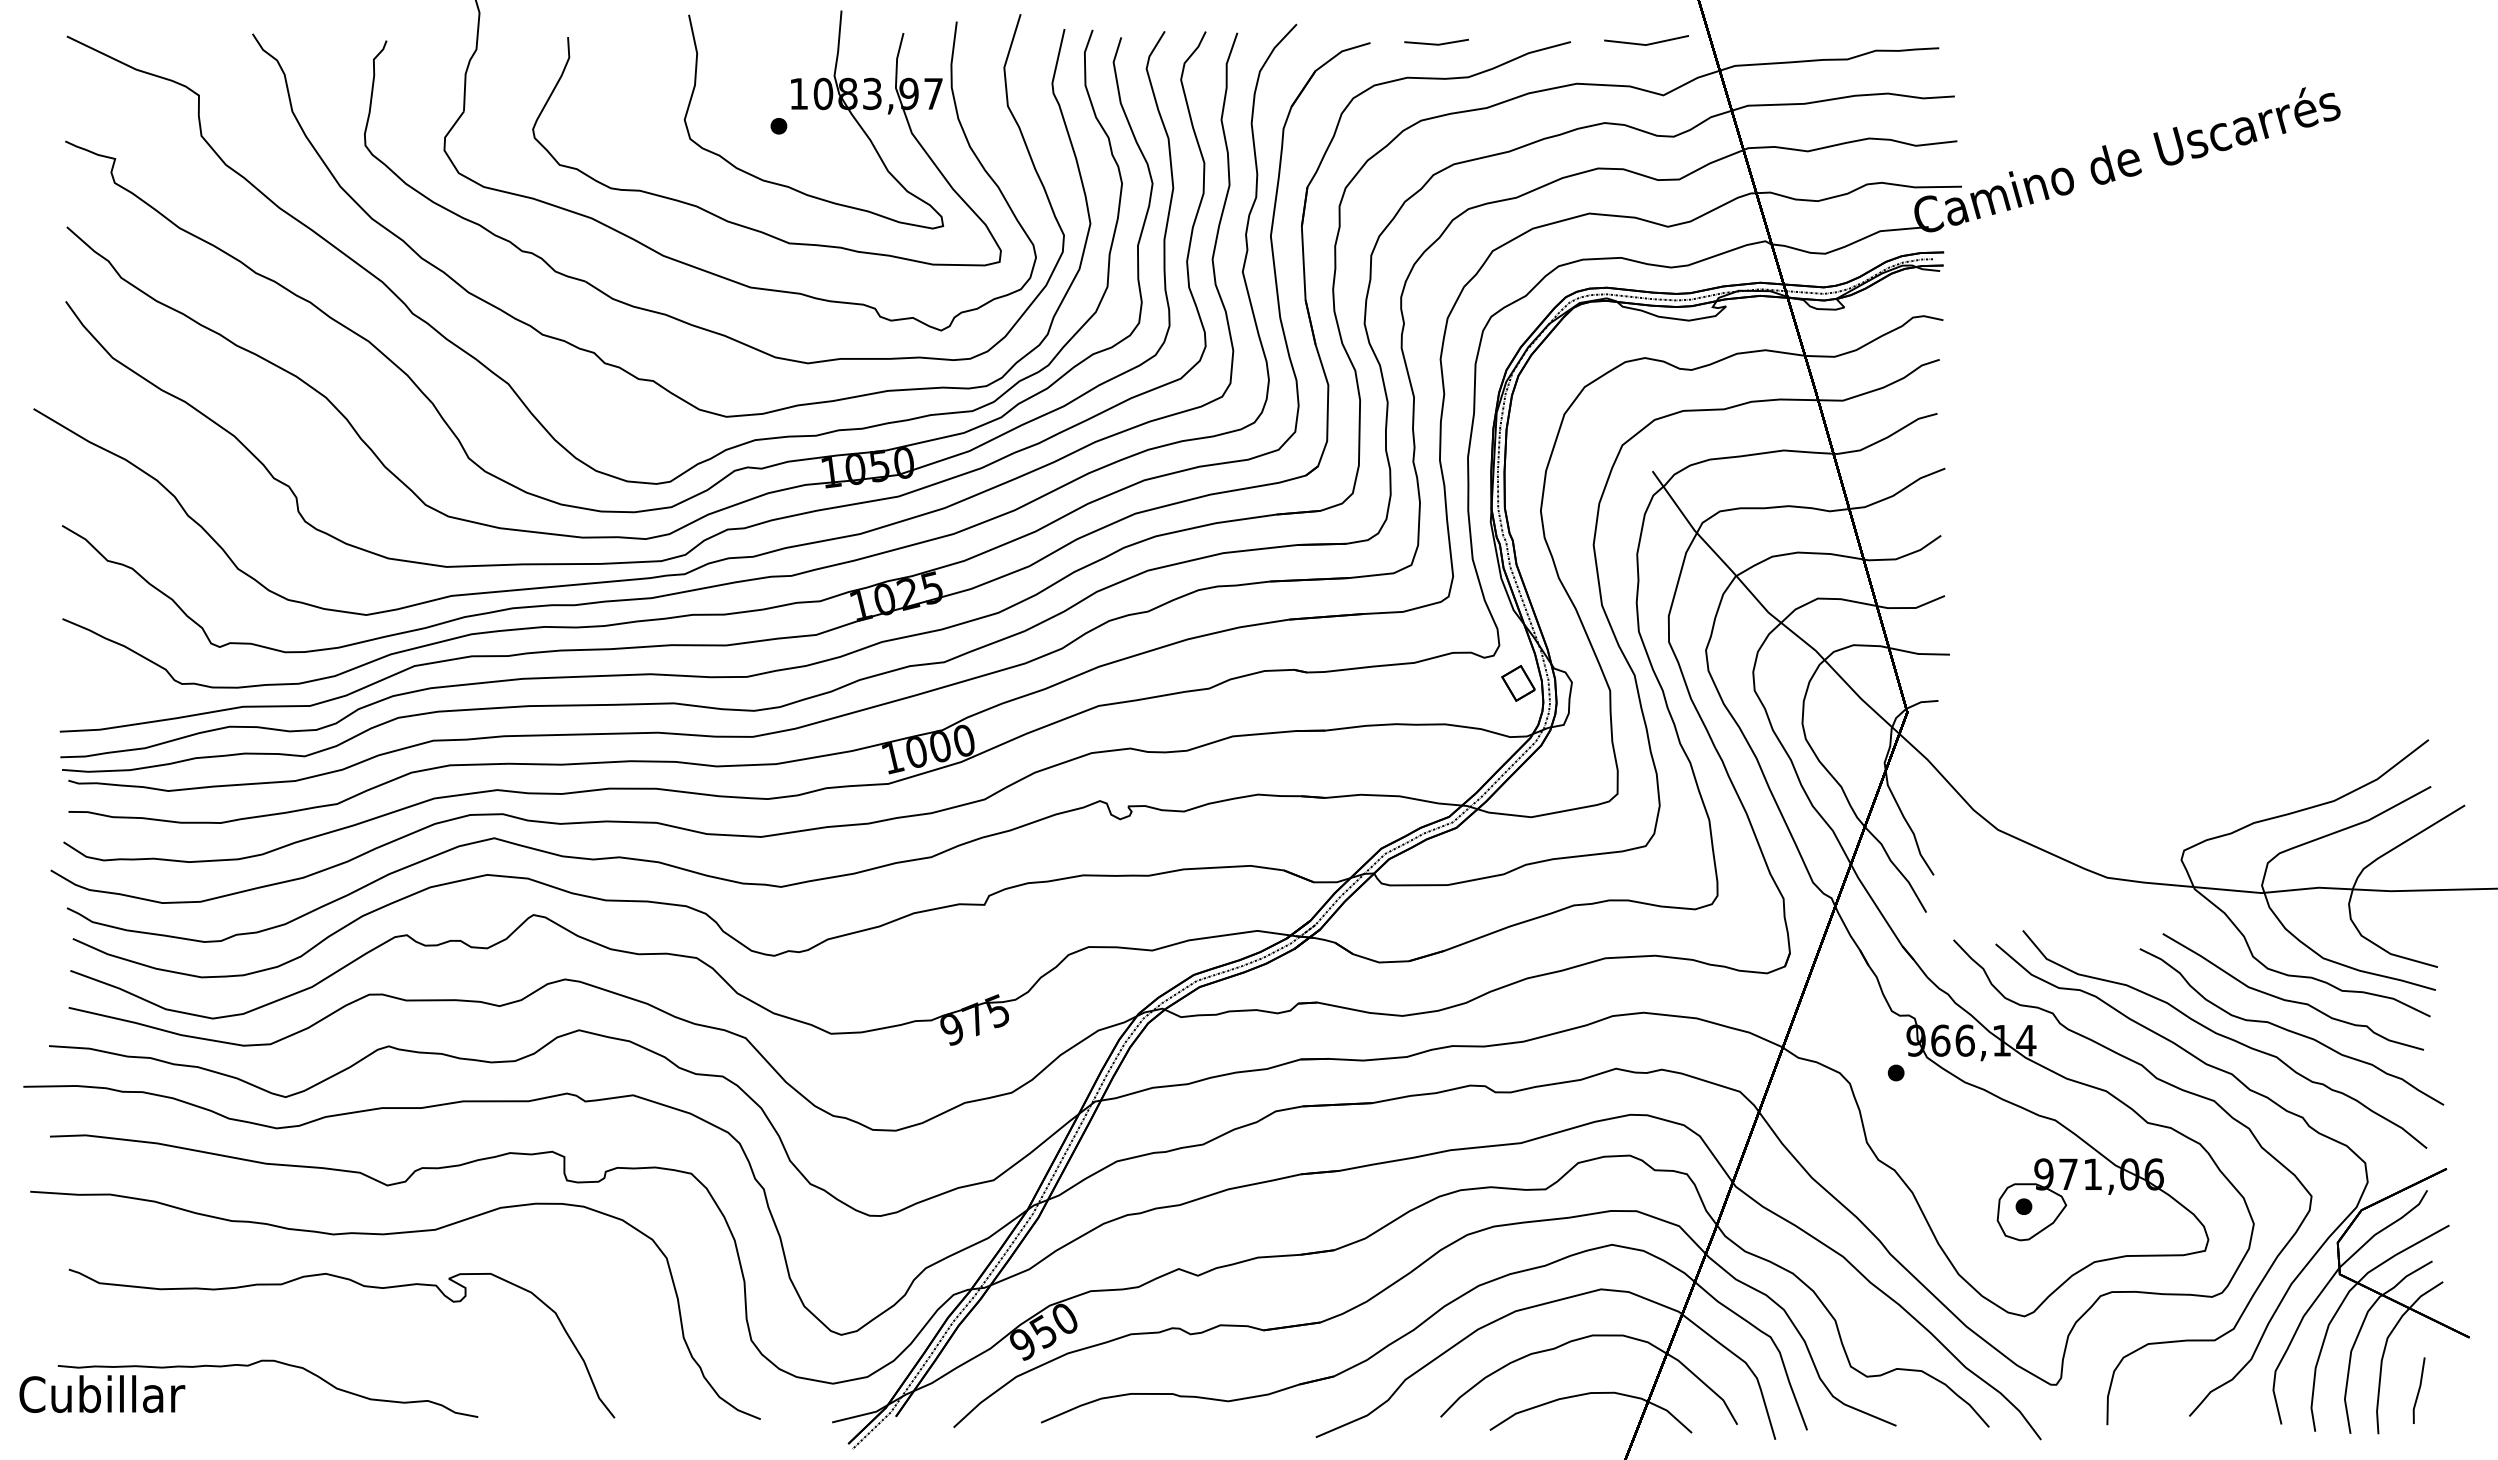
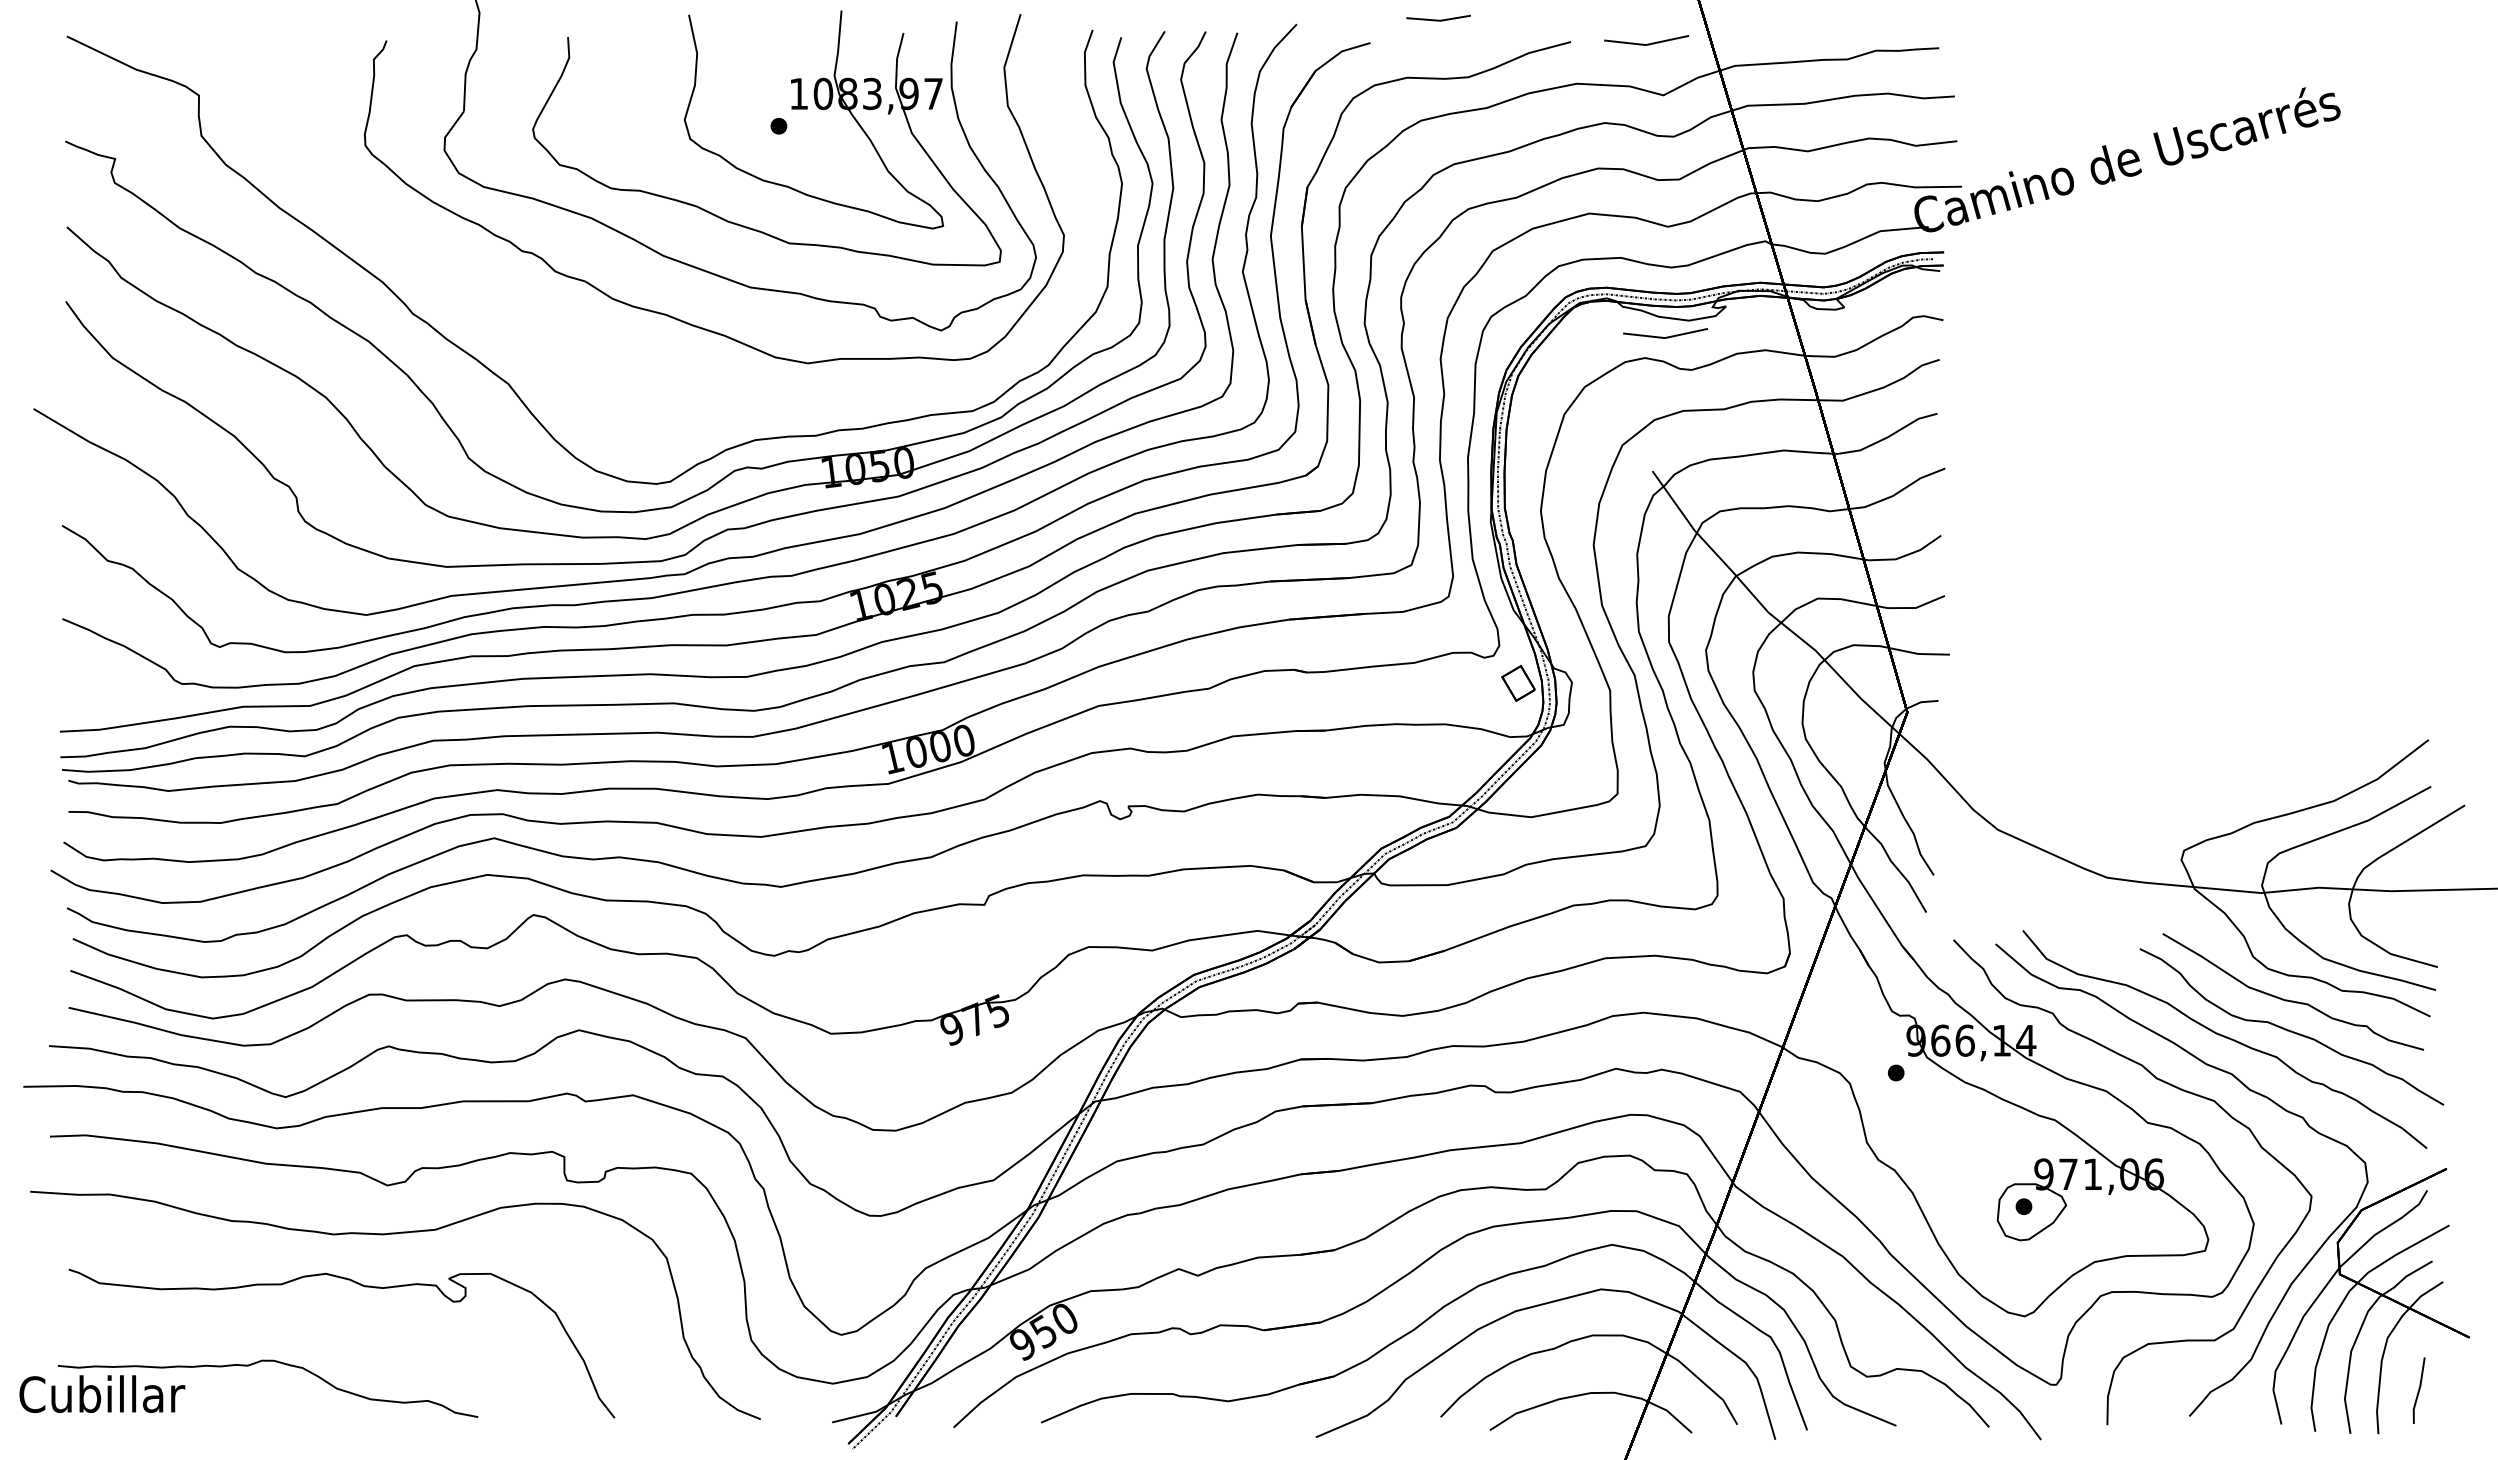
line at (1436, 43) position: (1436, 43) -> (1438, 19)
line at (1666, 336): none -> present
part at (595, 352): present -> none
